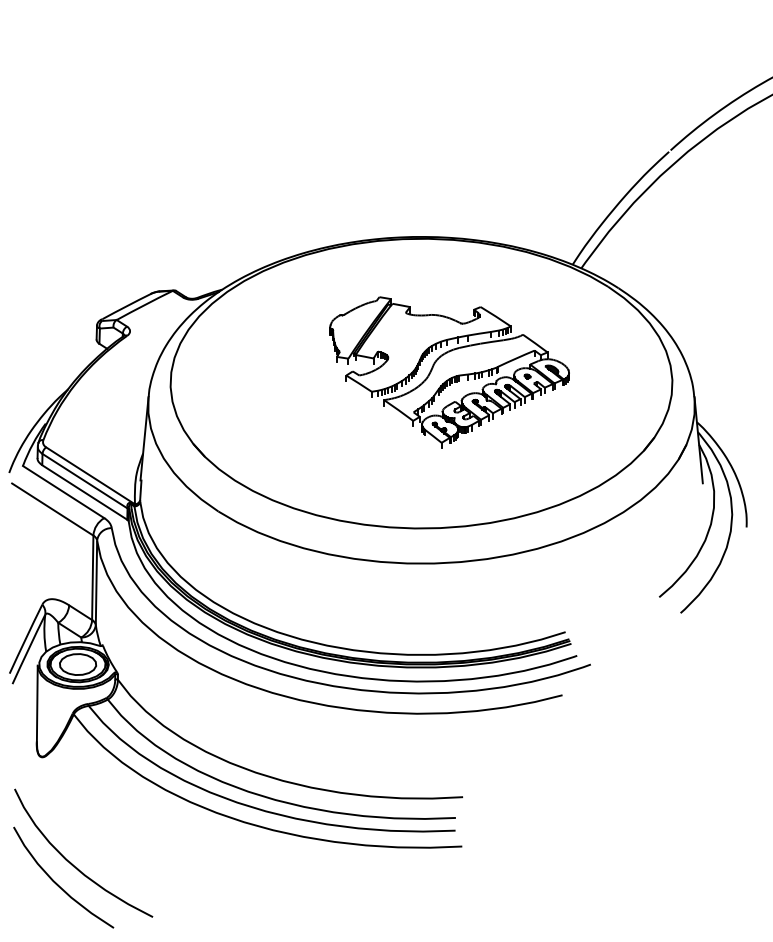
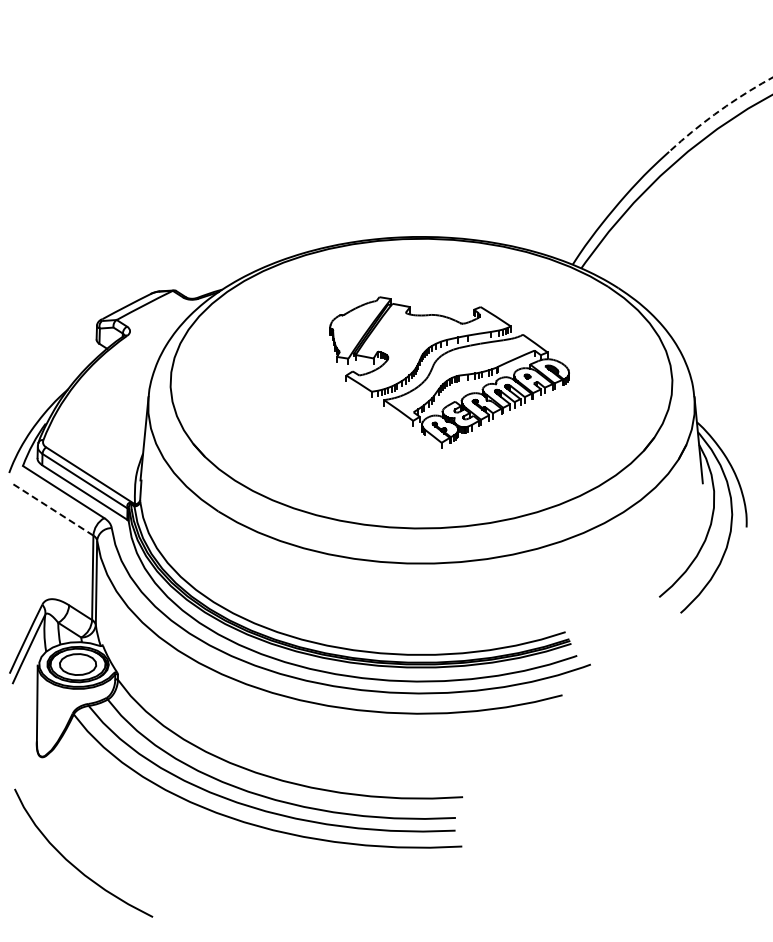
arc at (719, 111): solid -> dashed
line at (52, 509): solid -> dashed
curve at (57, 883): present -> none
